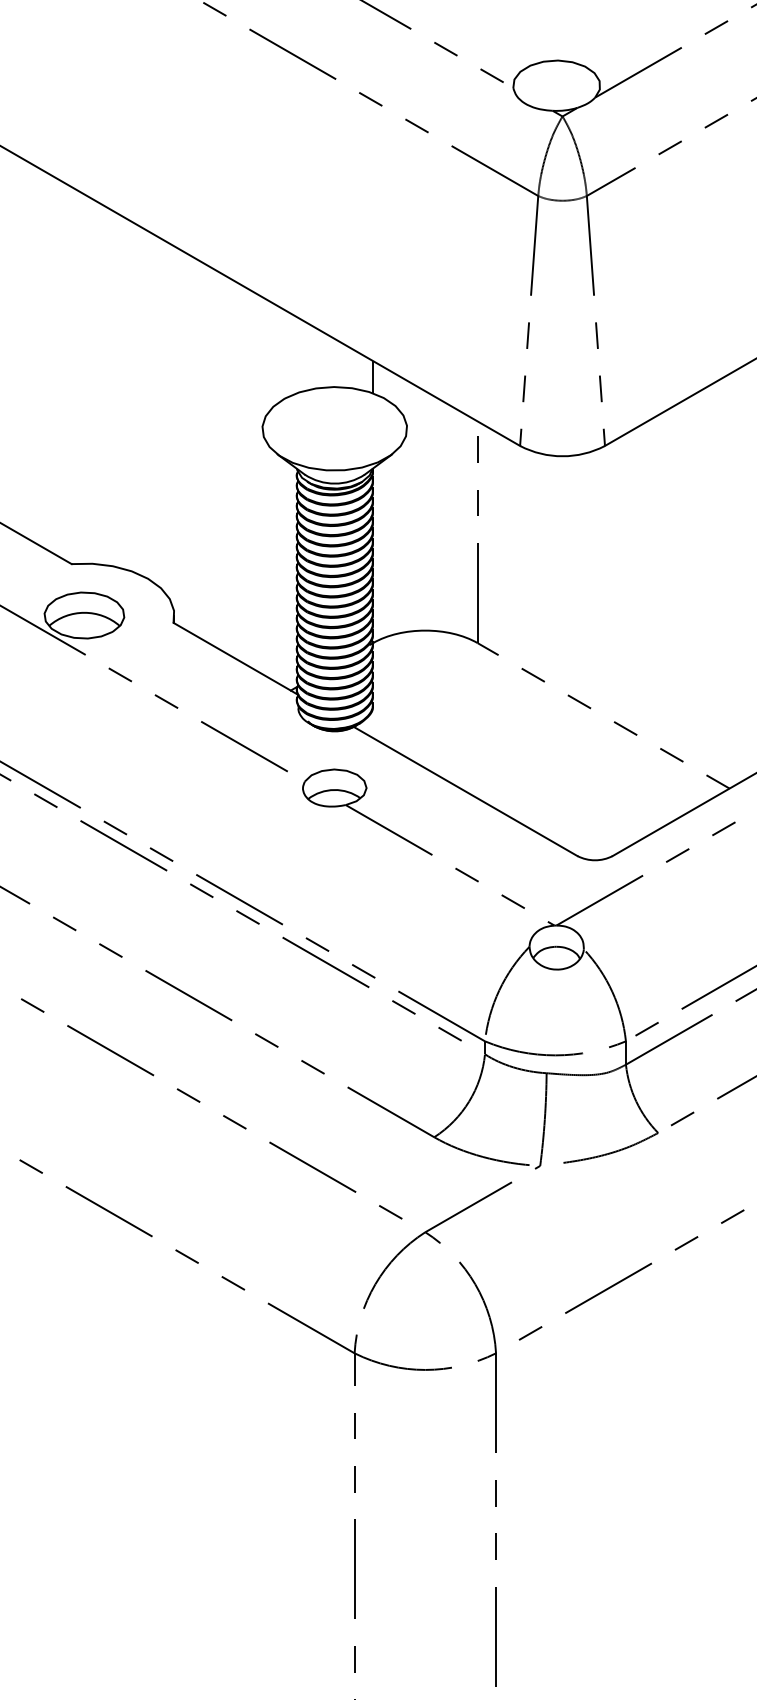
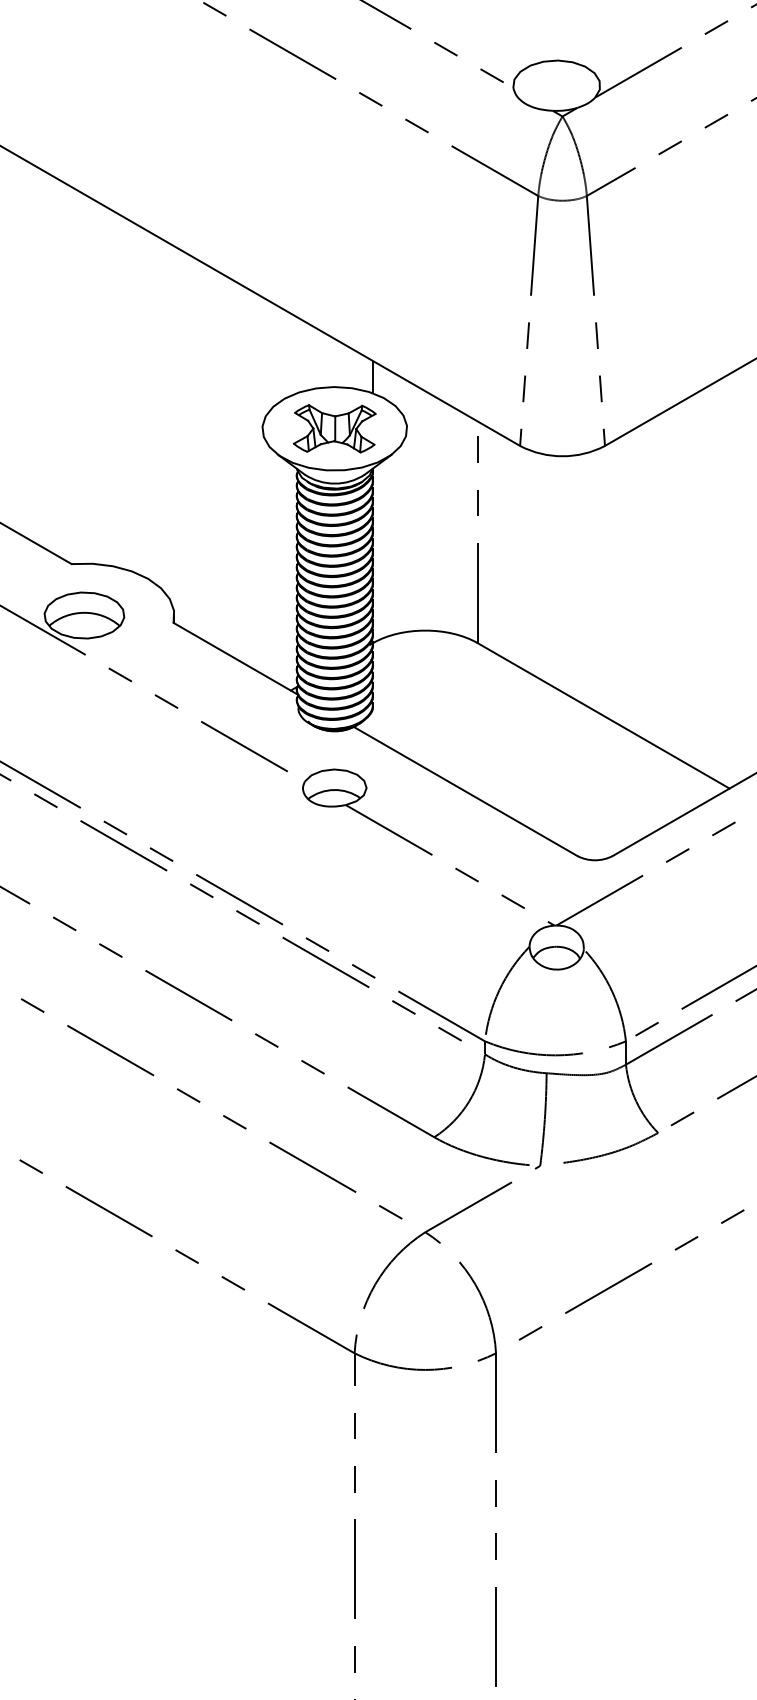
part at (334, 428): none -> present
line at (603, 715): dashed -> solid
